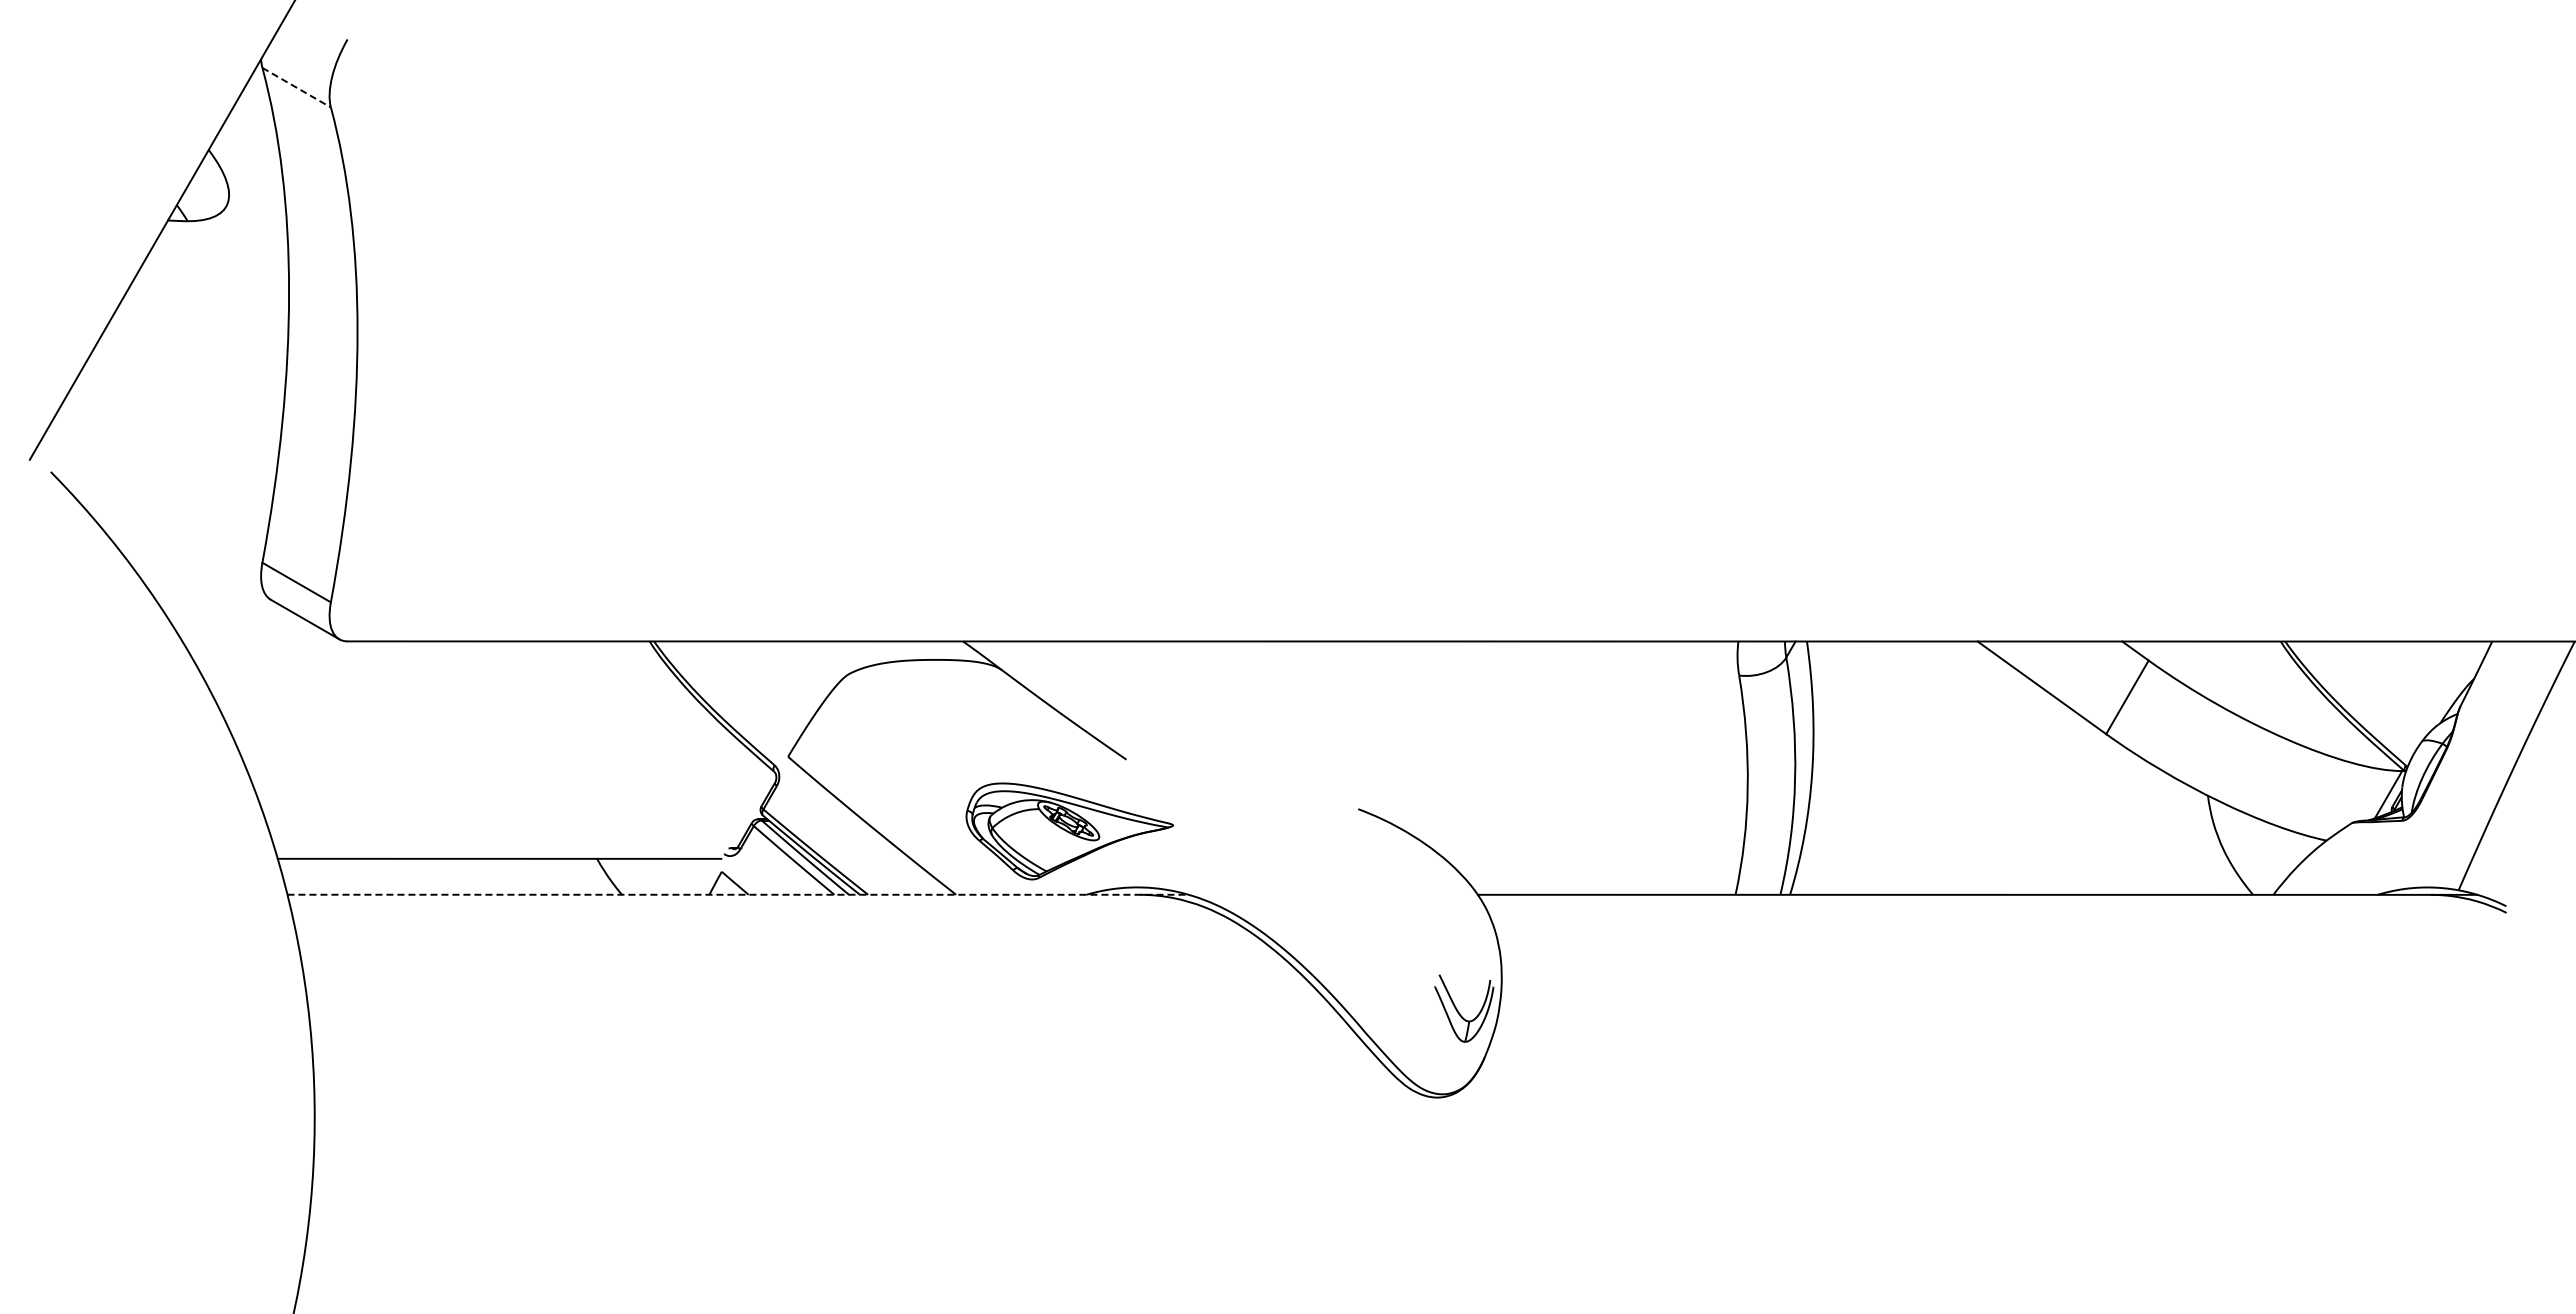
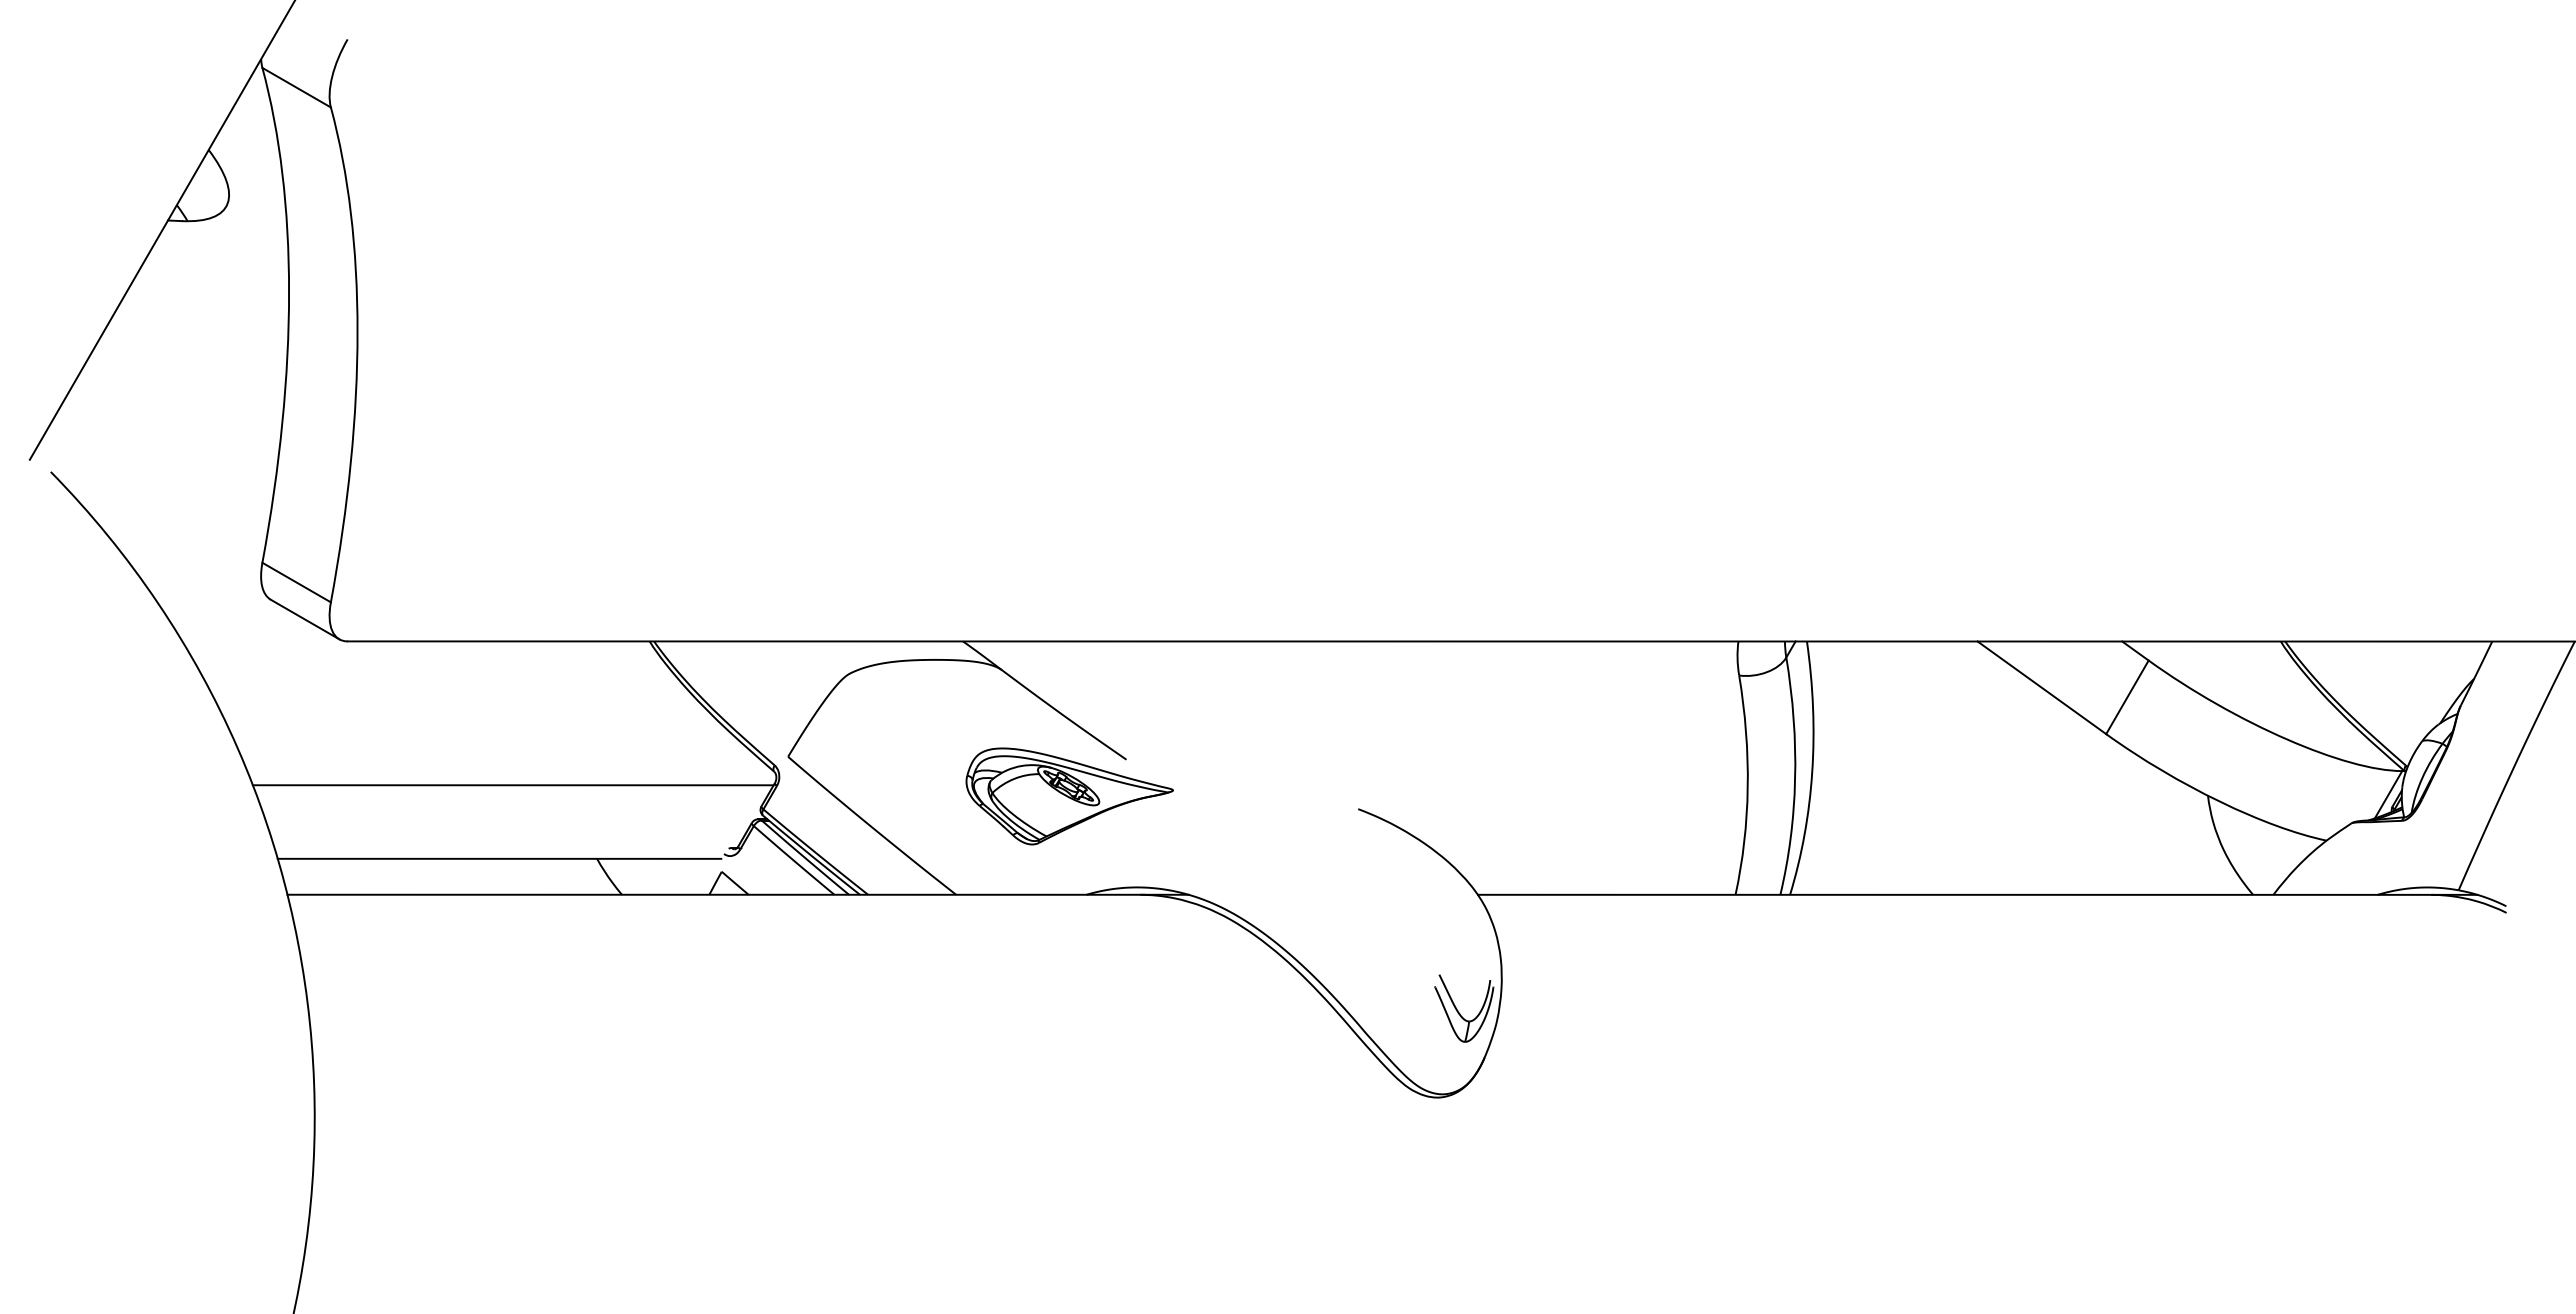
line at (296, 87): dashed -> solid
line at (512, 785): none -> present
part at (1069, 831) position: (1069, 831) -> (1069, 796)
line at (738, 894): dashed -> solid
